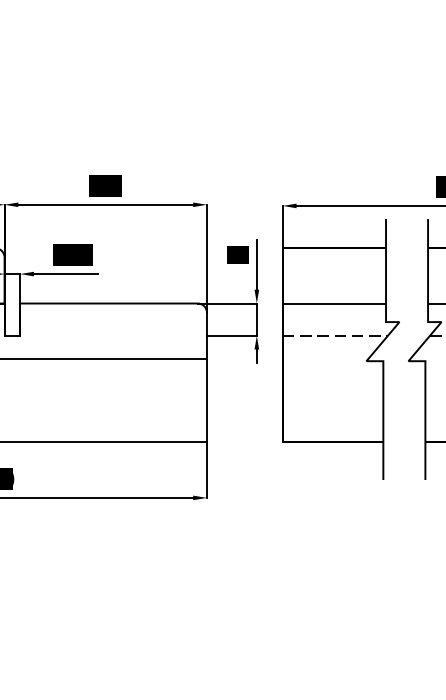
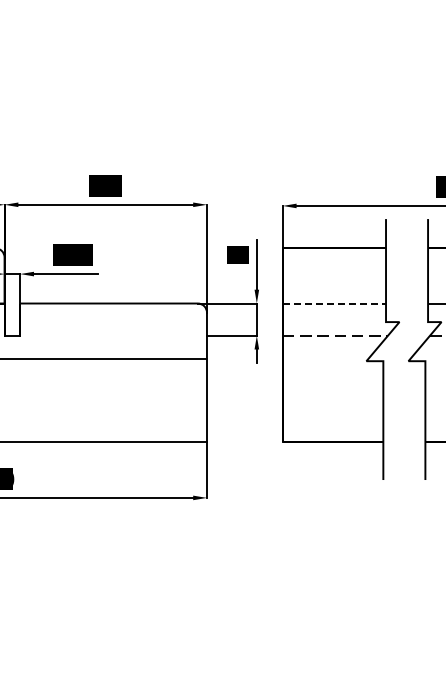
line at (334, 303): solid -> dashed
